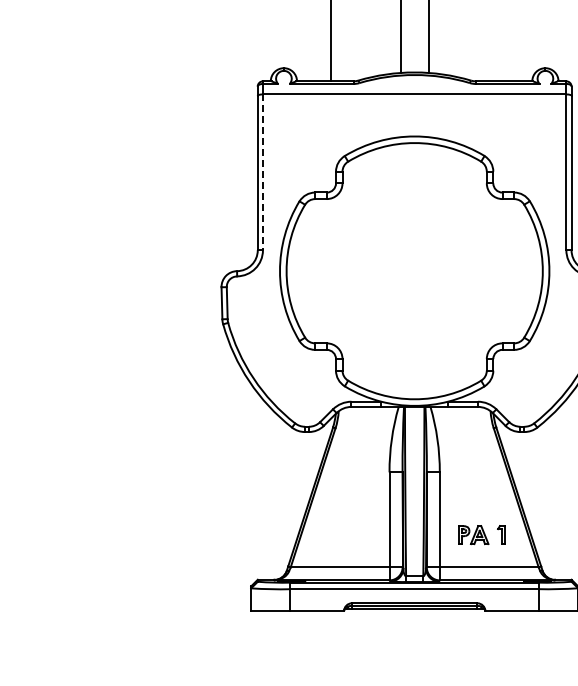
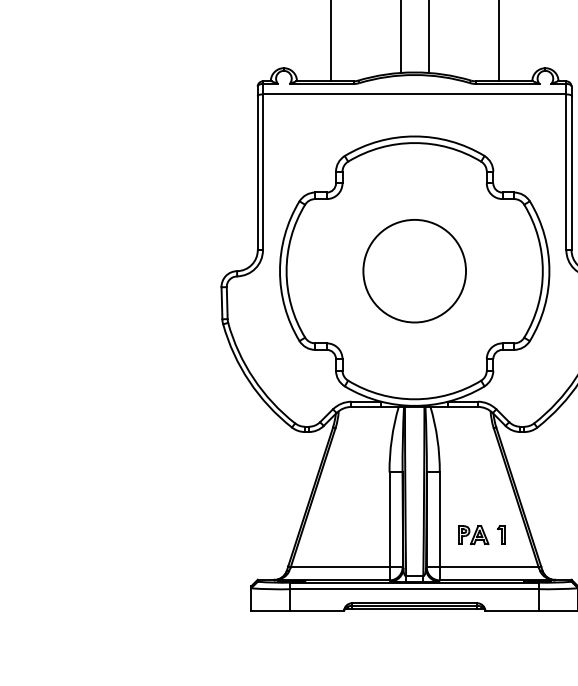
line at (498, 41): none -> present
line at (262, 172): dashed -> solid
circle at (414, 271): none -> present
